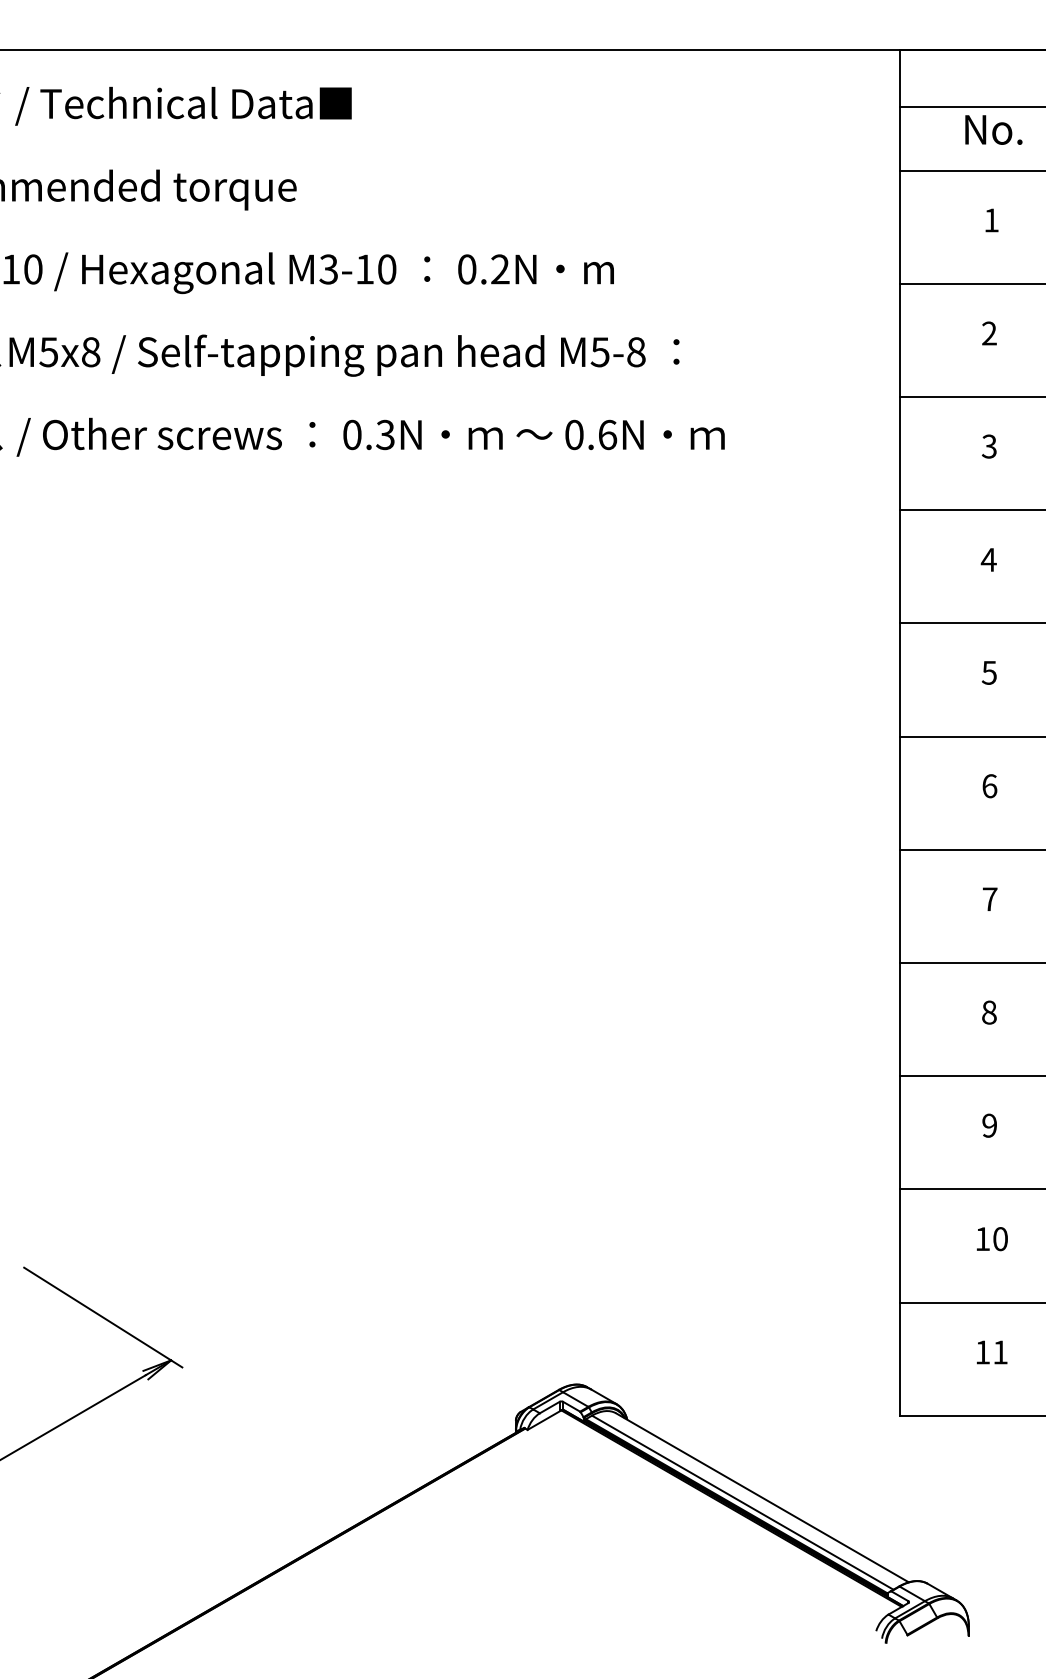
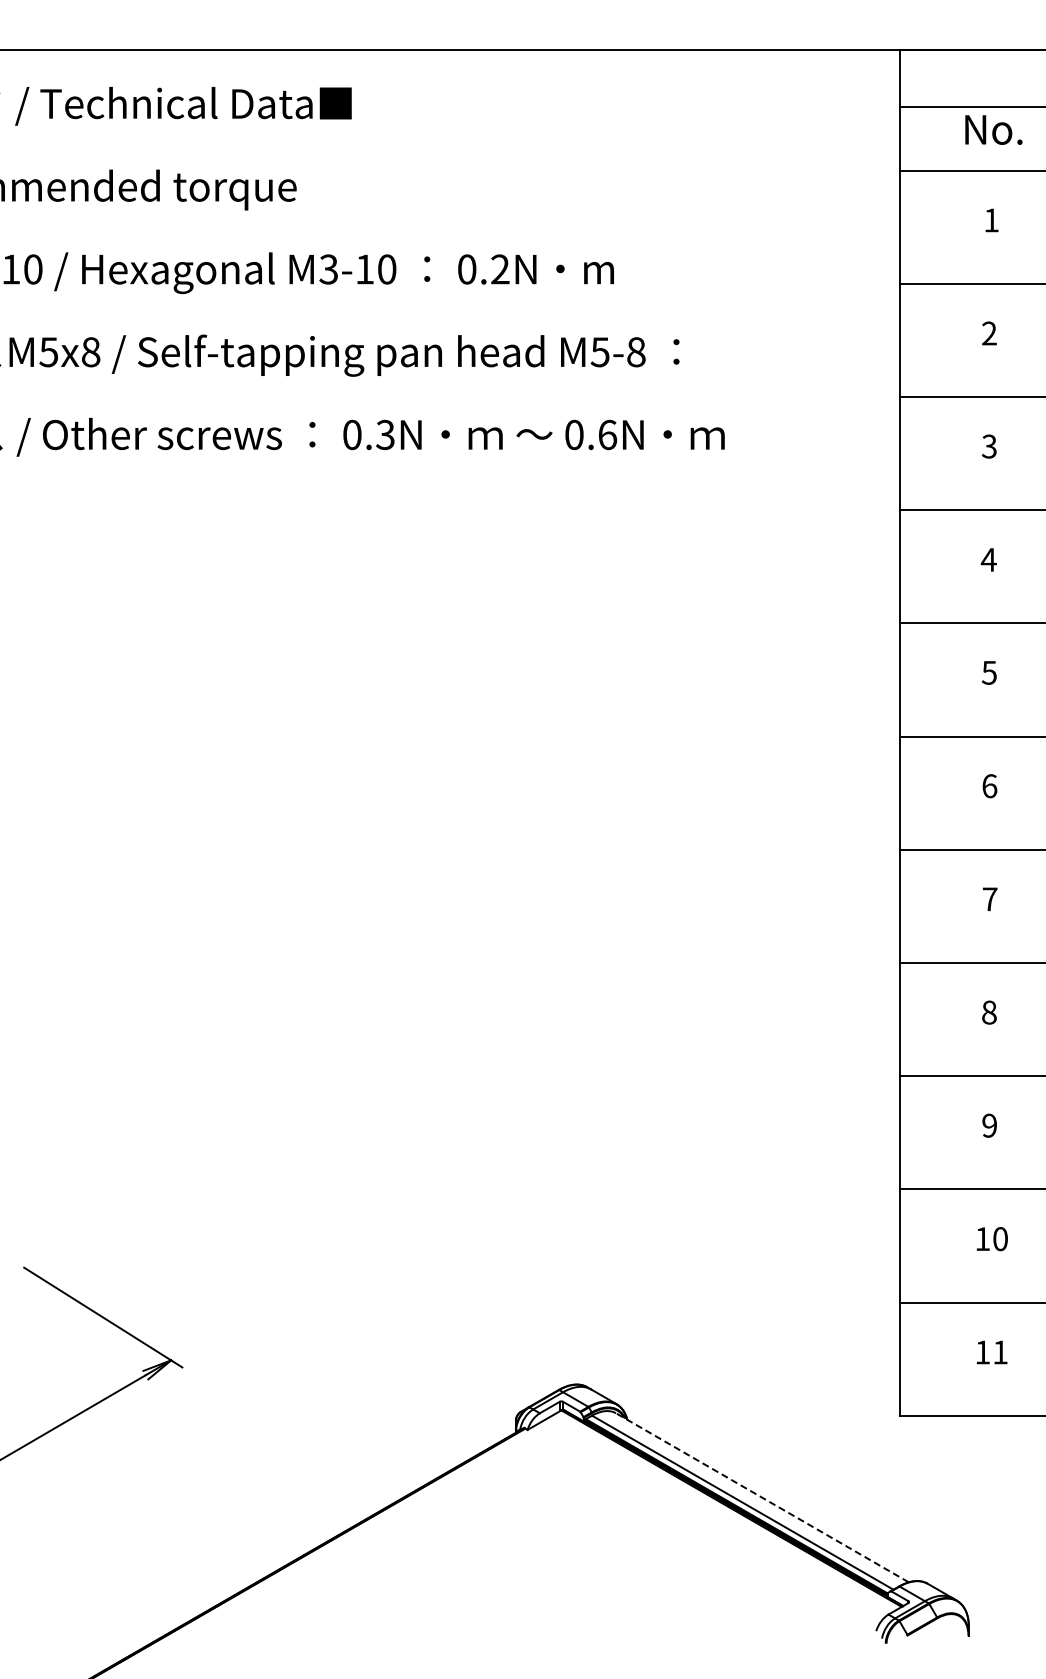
line at (762, 1497): solid -> dashed
